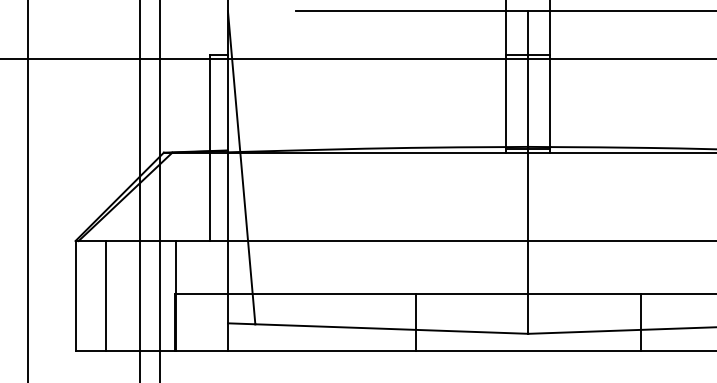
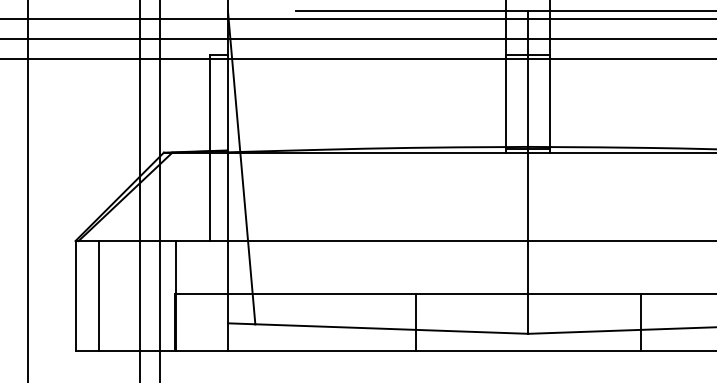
line at (357, 18): none -> present
line at (357, 38): none -> present
line at (105, 296) position: (105, 296) -> (98, 296)
